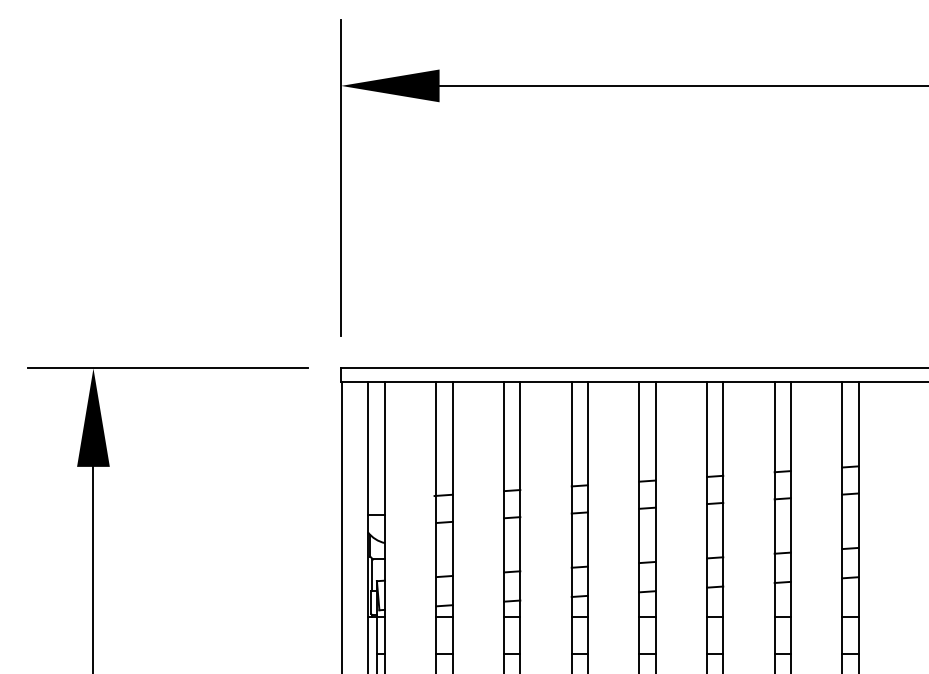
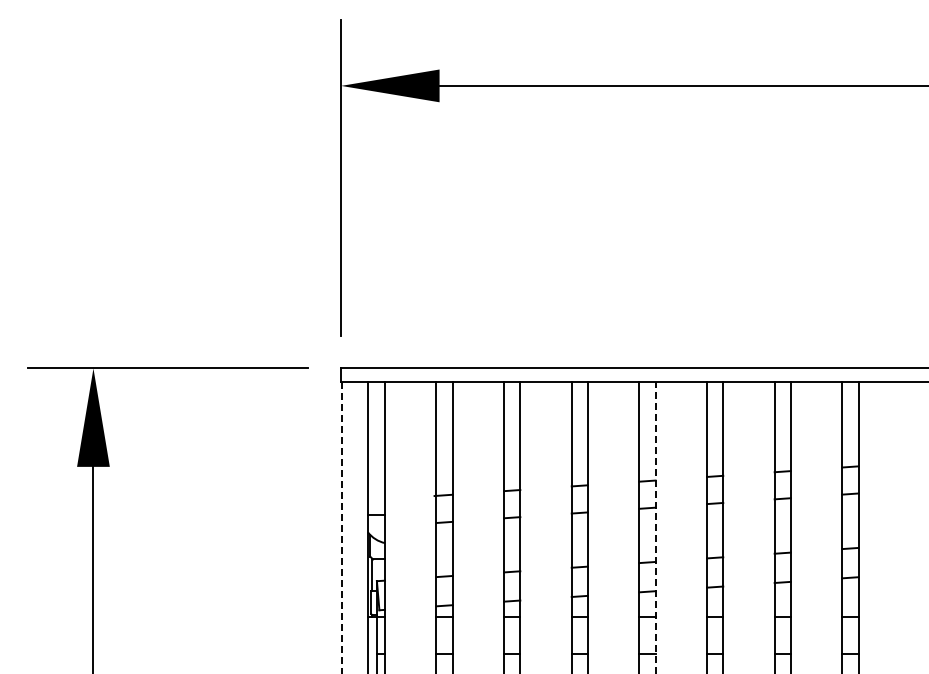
line at (342, 527): solid -> dashed
line at (655, 527): solid -> dashed
